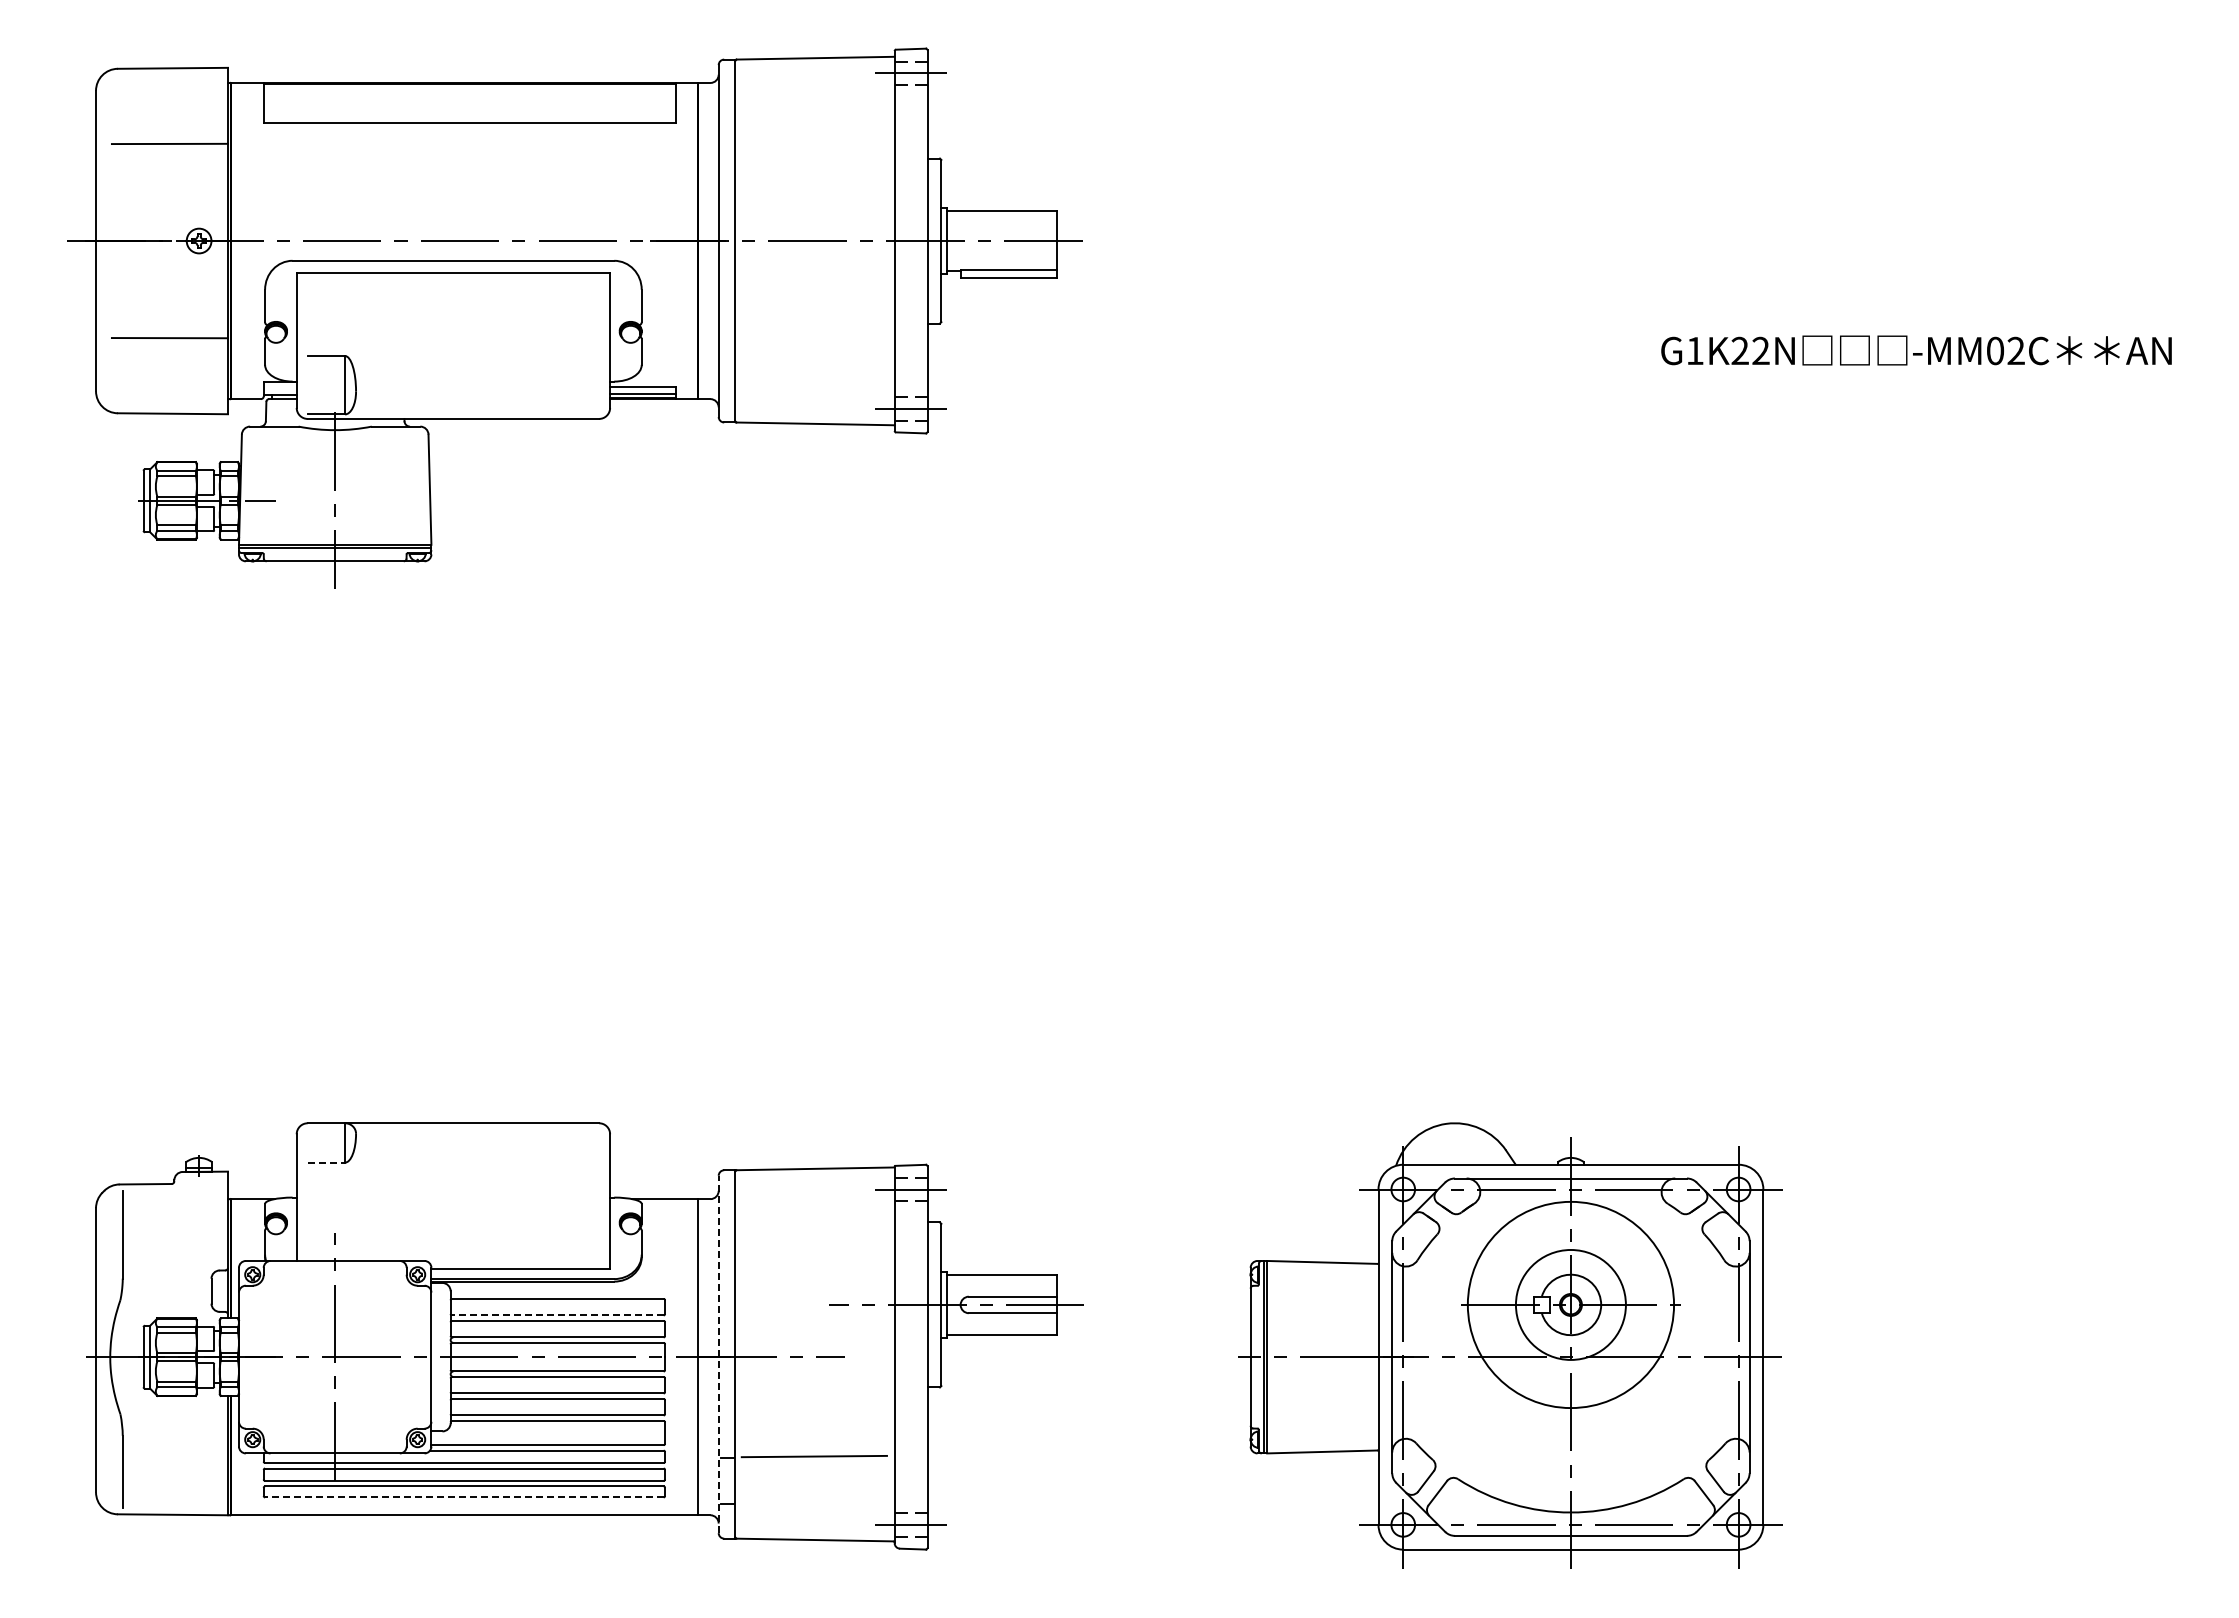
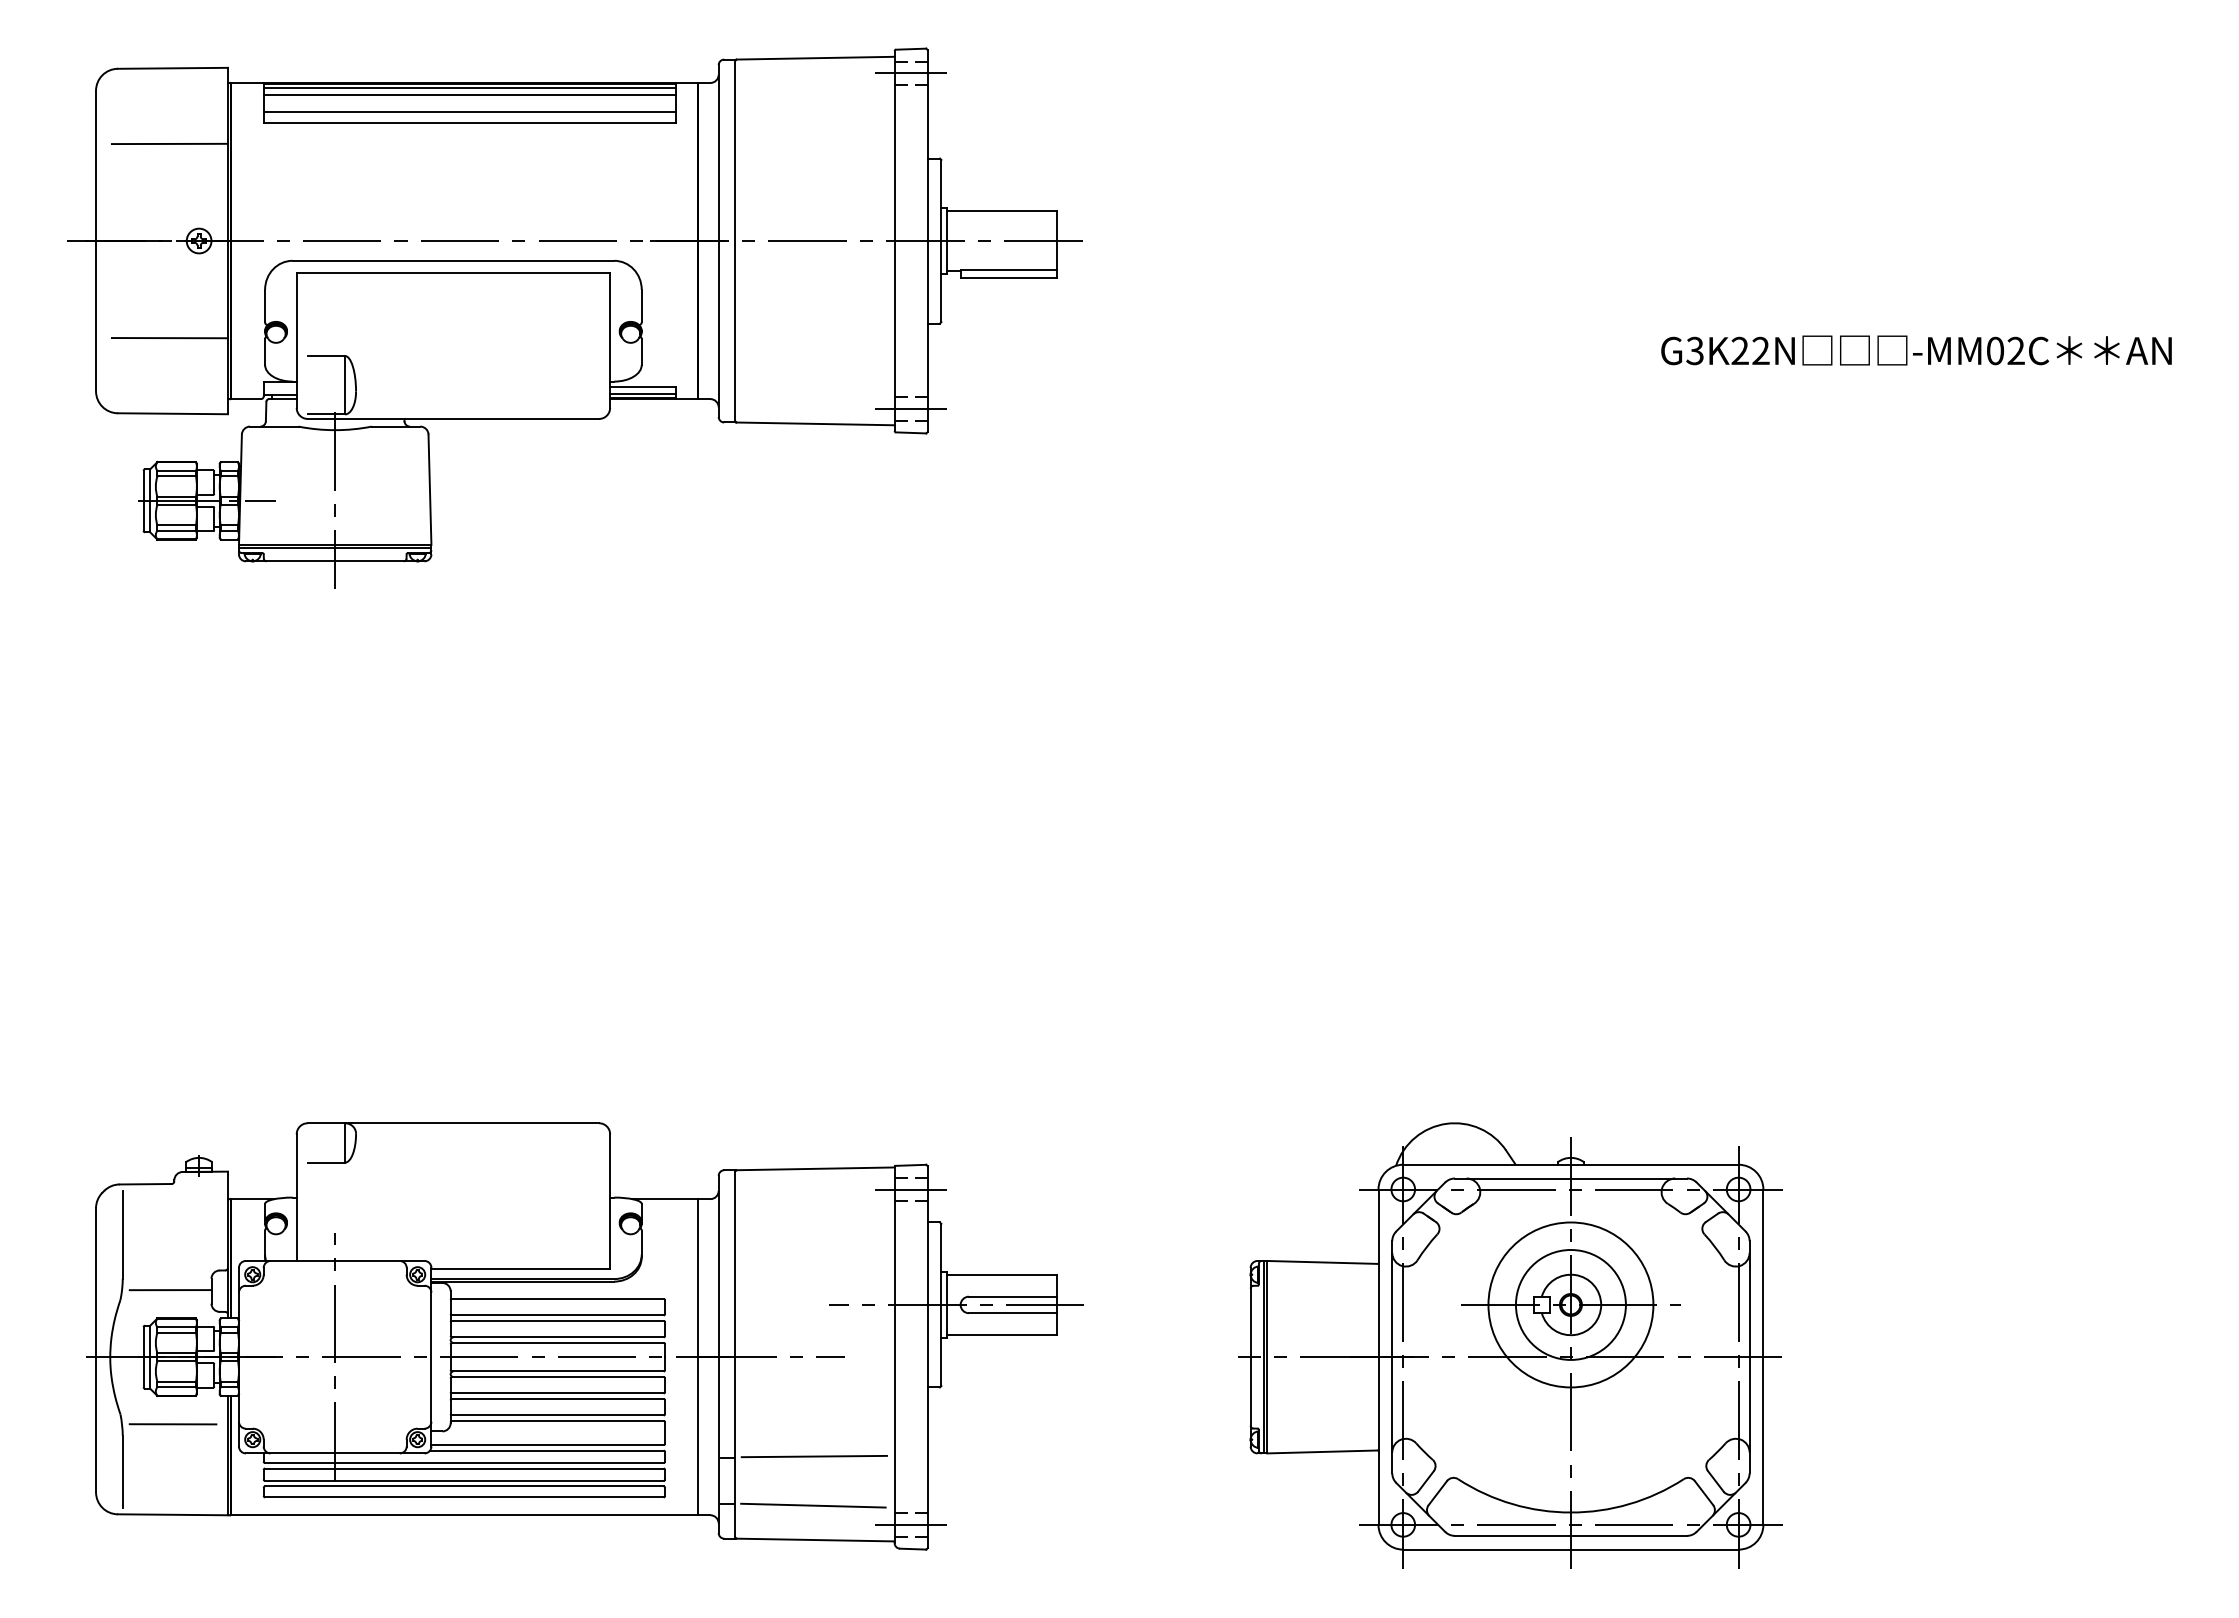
line at (469, 87): none -> present
line at (469, 95): none -> present
line at (469, 112): none -> present
text at (1694, 350): G1K22N -> G3K22N
line at (326, 1162): dashed -> solid
line at (170, 1290): none -> present
circle at (1570, 1304) diameter: 206 px -> 165 px
line at (557, 1315): dashed -> solid
line at (718, 1354): dashed -> solid
line at (172, 1424): none -> present
line at (463, 1497): dashed -> solid
line at (813, 1505): none -> present
